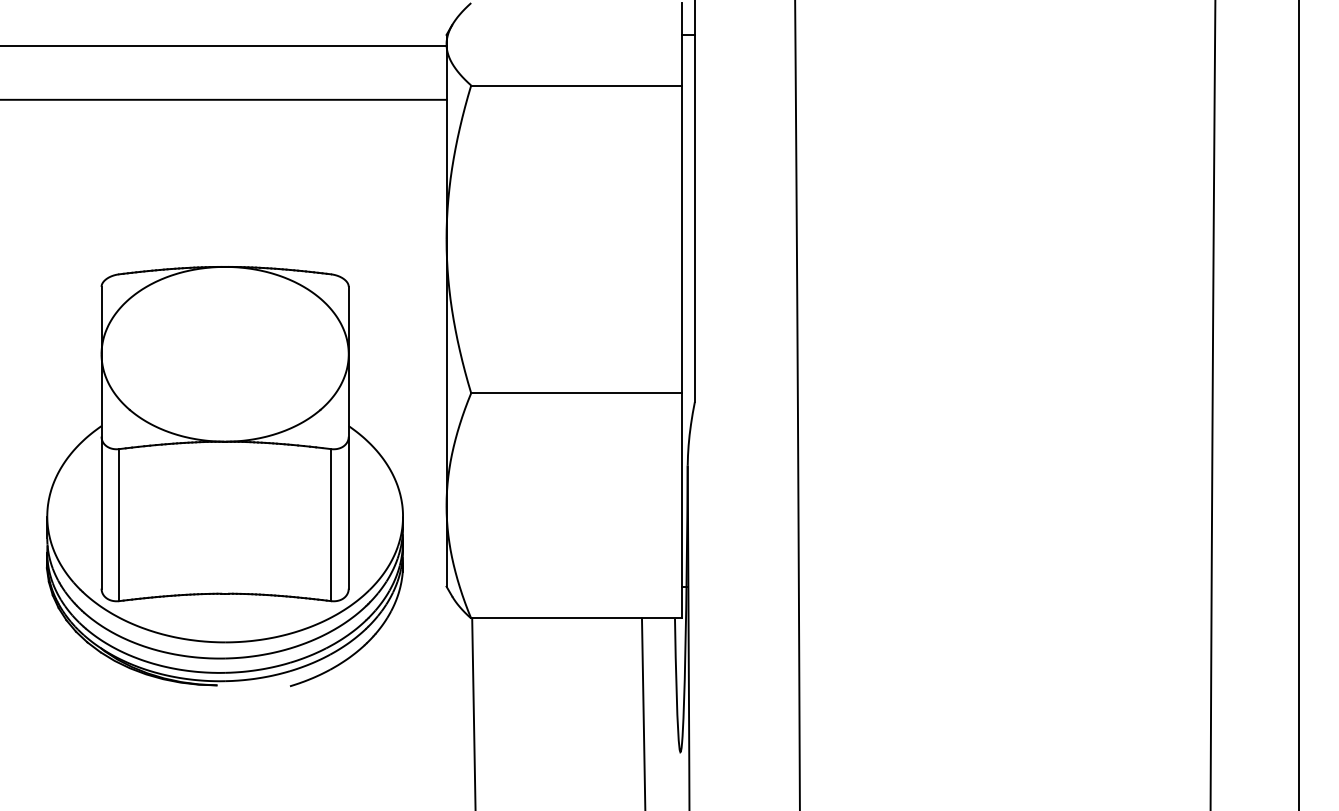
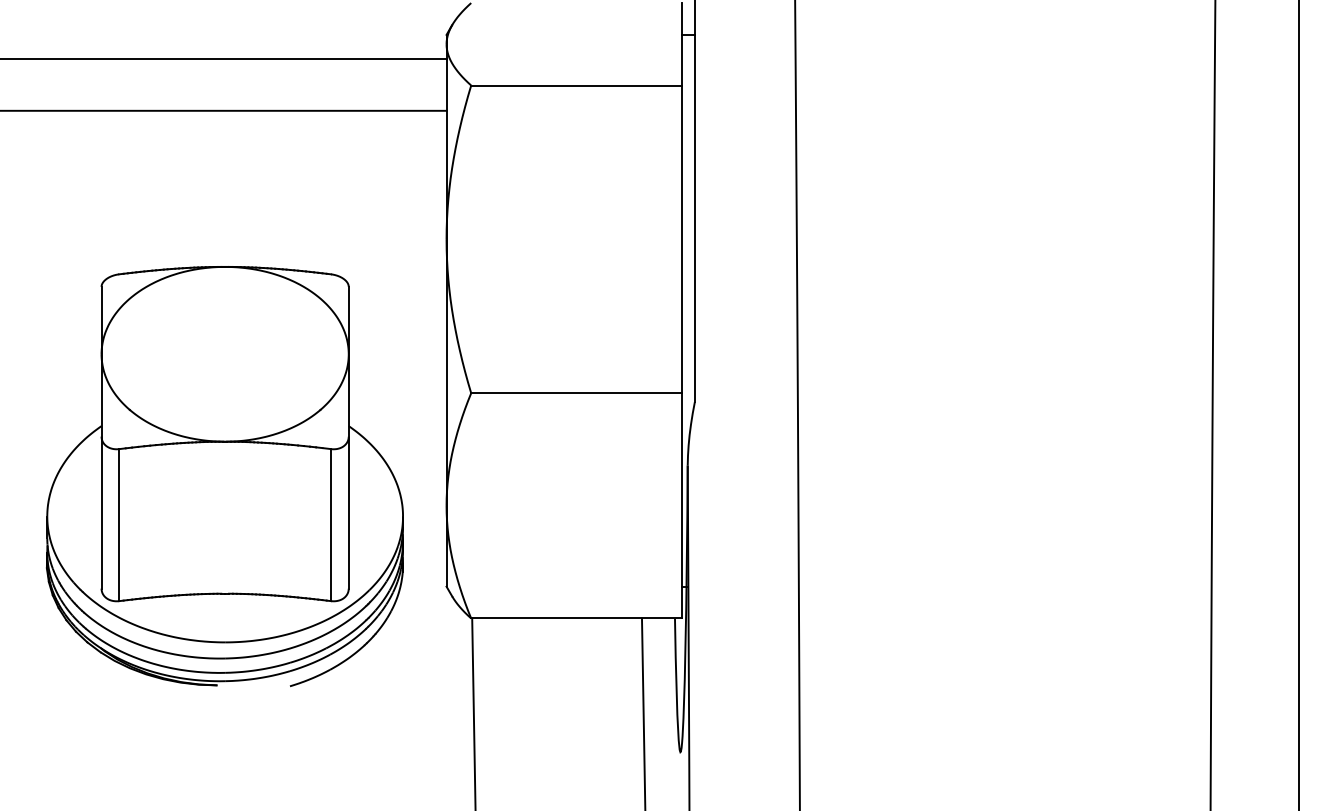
line at (224, 46) position: (224, 46) -> (224, 59)
line at (224, 99) position: (224, 99) -> (224, 110)
